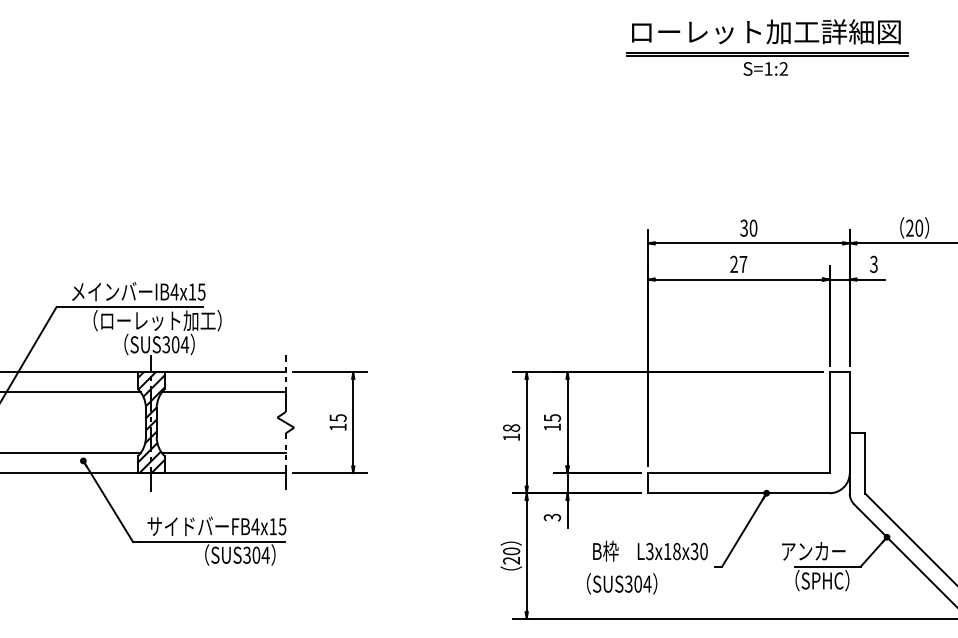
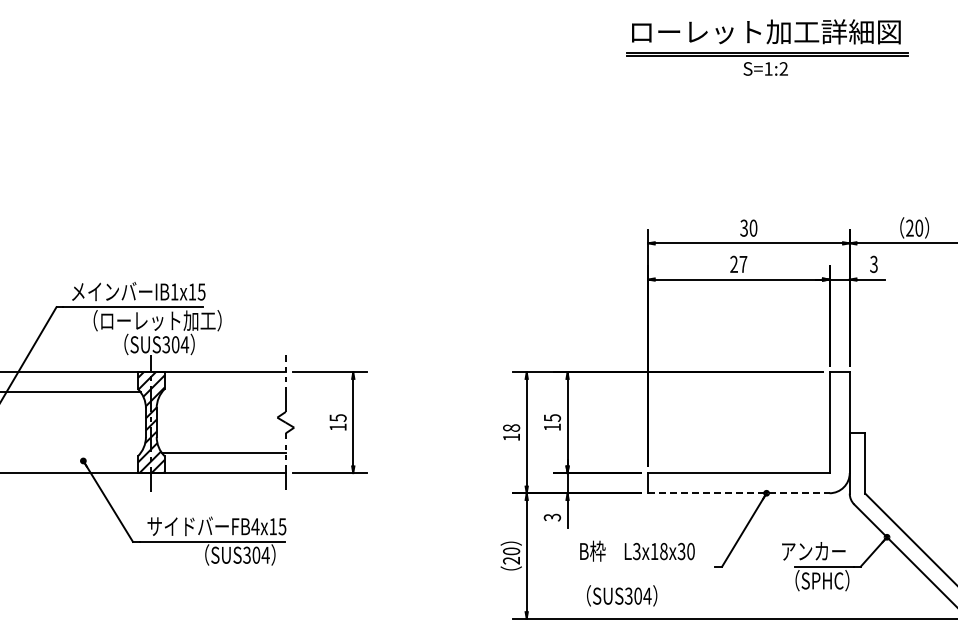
text at (174, 291): IB4x15 -> IB1x15
line at (223, 392): present -> none
line at (71, 452): present -> none
line at (738, 493): solid -> dashed
text at (650, 550) position: (650, 550) -> (637, 550)
text at (622, 583) position: (622, 583) -> (622, 595)
